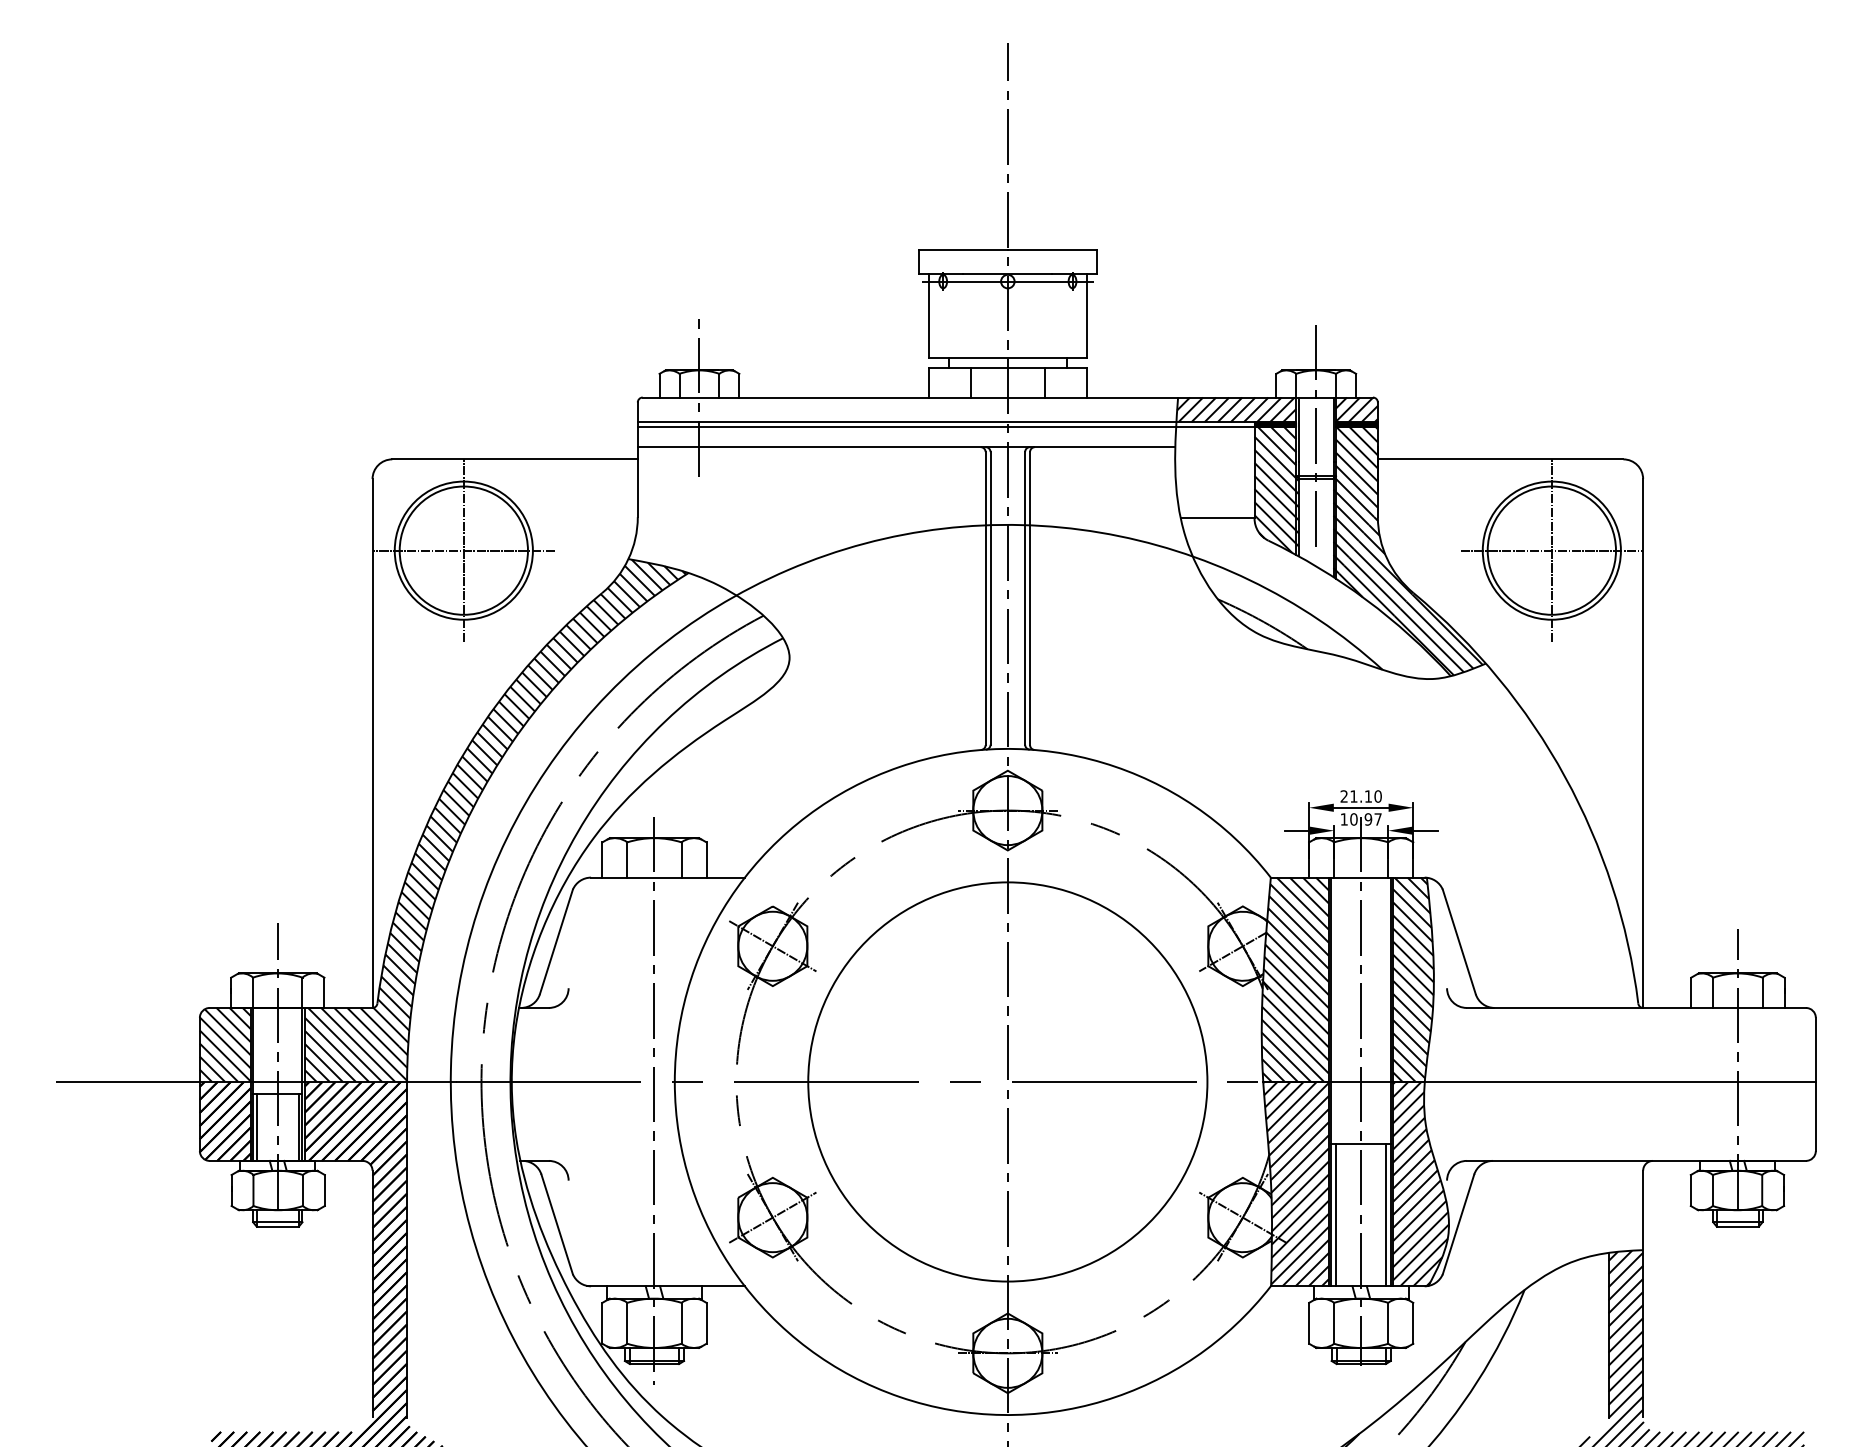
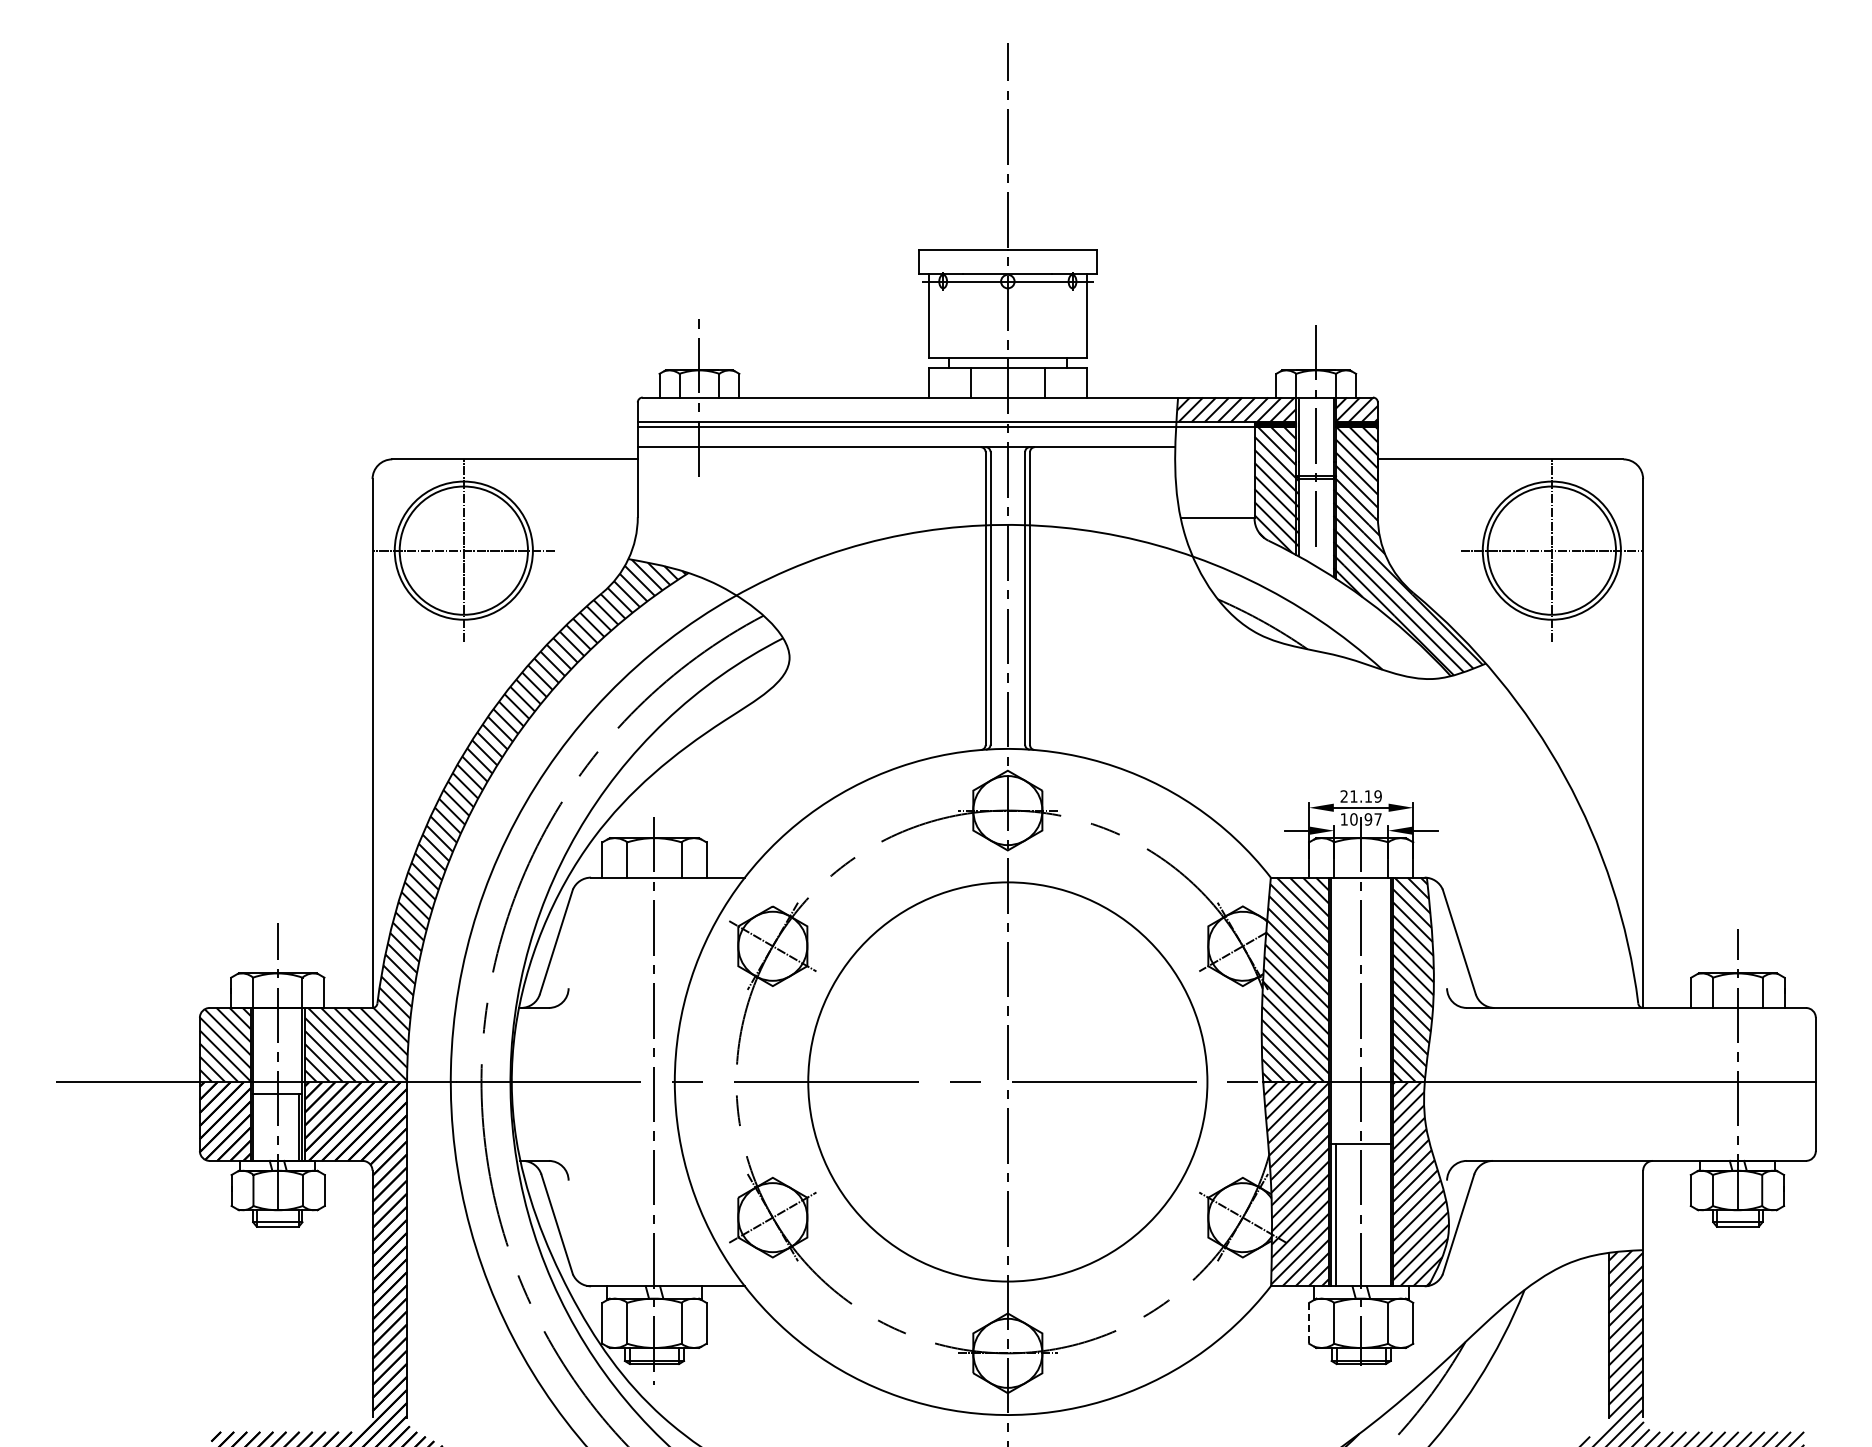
text at (1377, 796): 21.10 -> 21.19
line at (256, 1126): present -> none
line at (1385, 1215): present -> none
line at (1309, 1323): solid -> dashed
